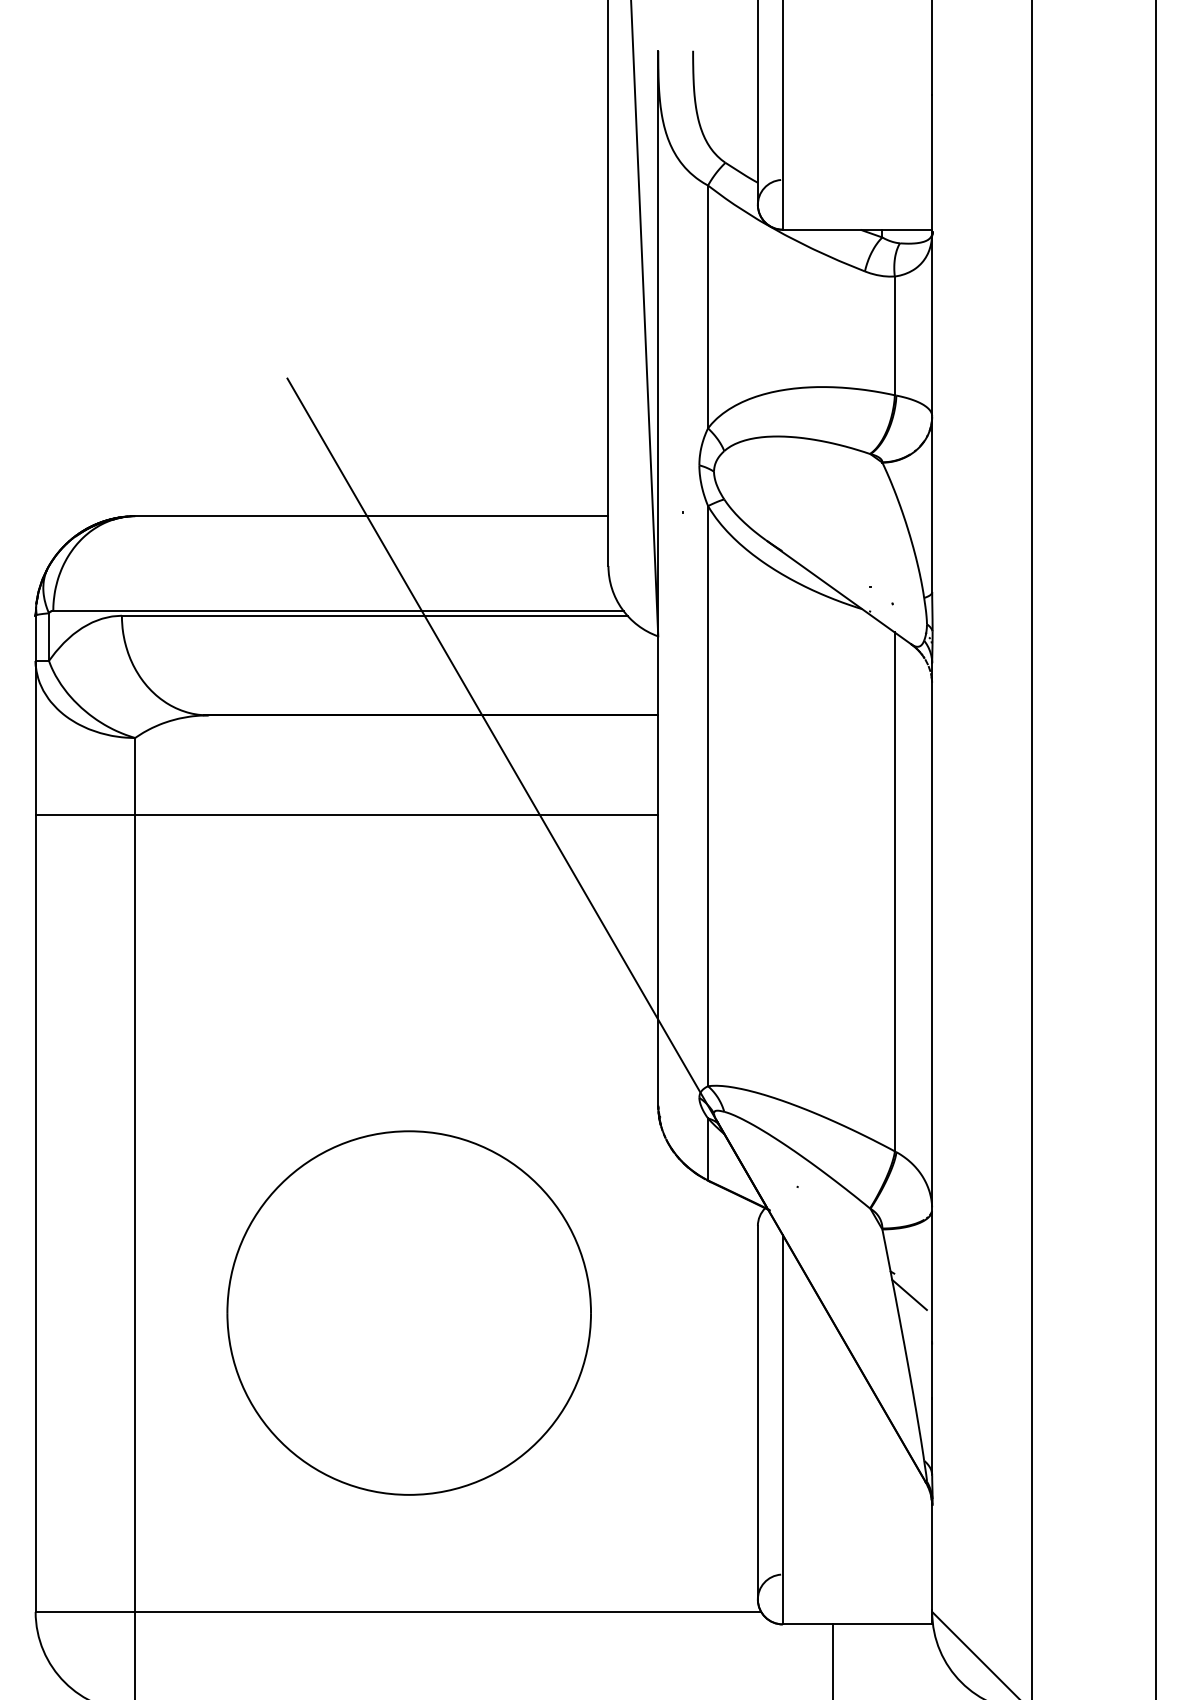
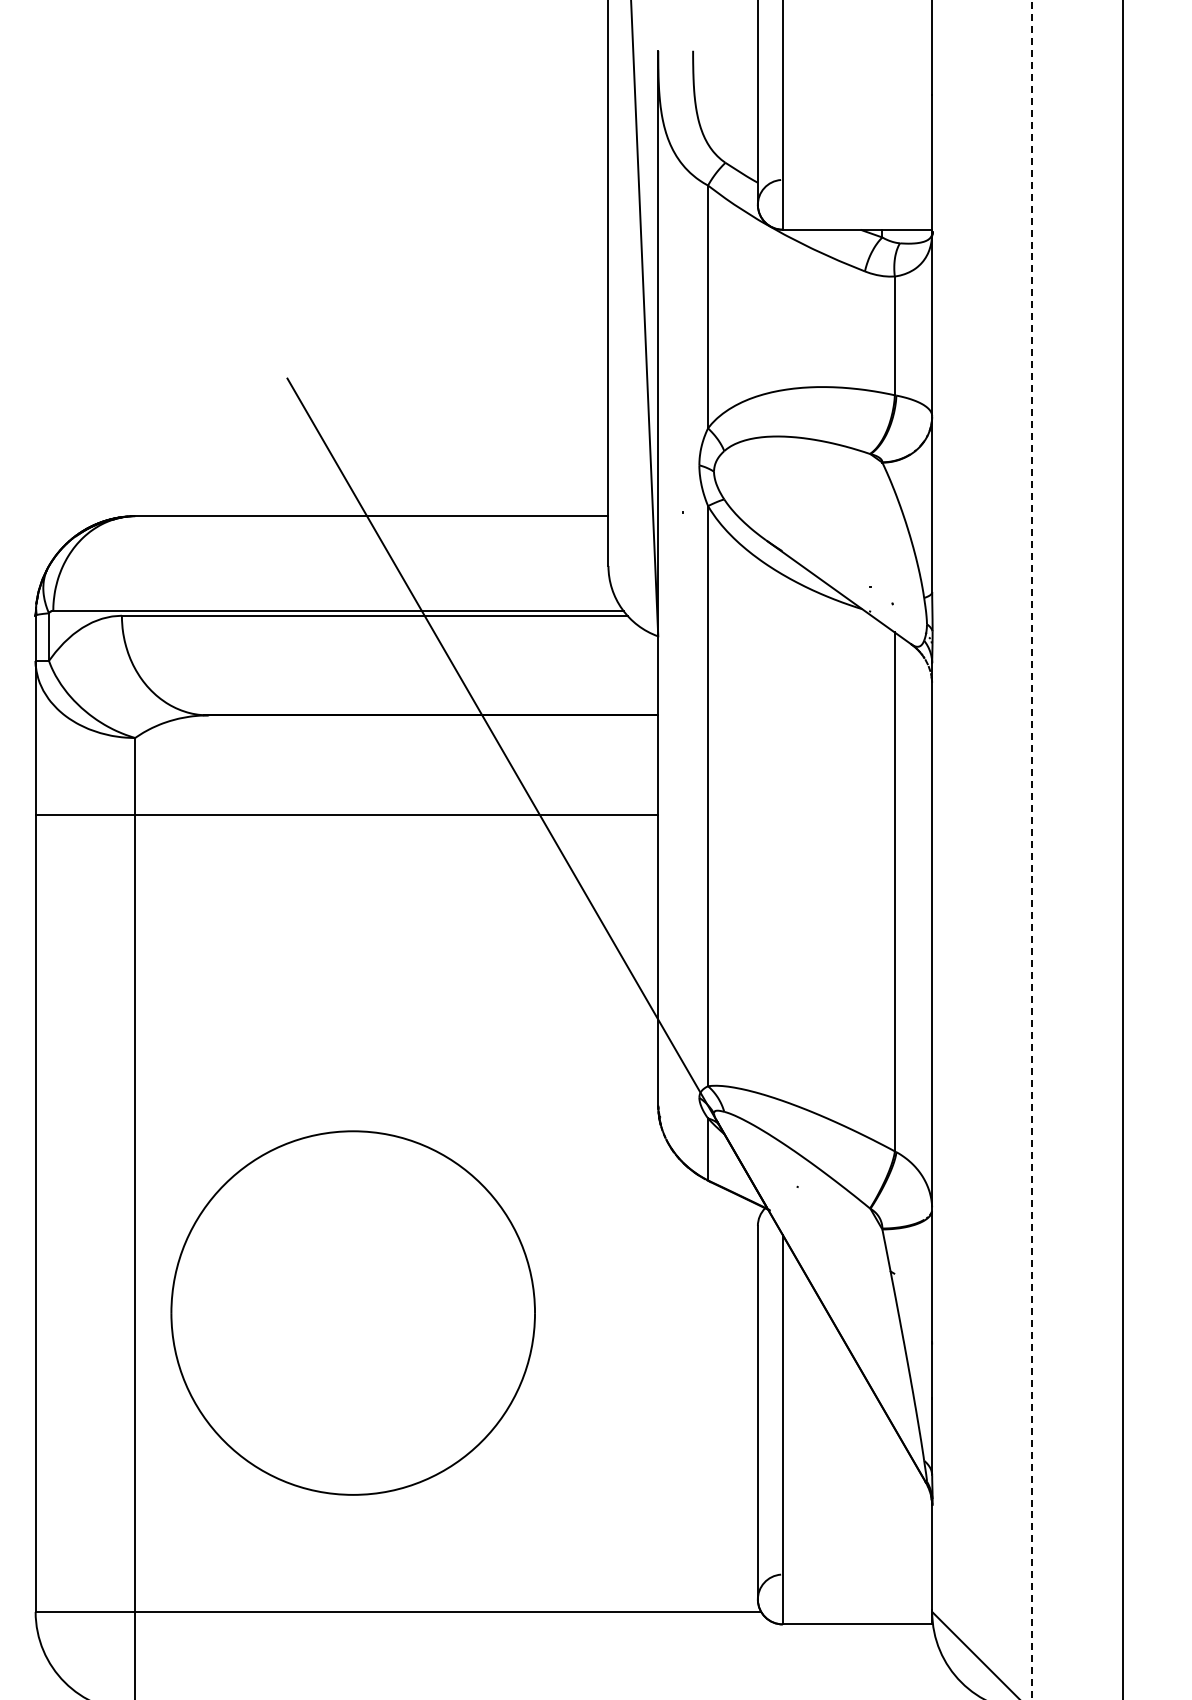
line at (1156, 849) position: (1156, 849) -> (1123, 849)
line at (1031, 850): solid -> dashed
line at (909, 1294): present -> none
part at (408, 1312) position: (408, 1312) -> (352, 1312)
line at (832, 1660): present -> none
